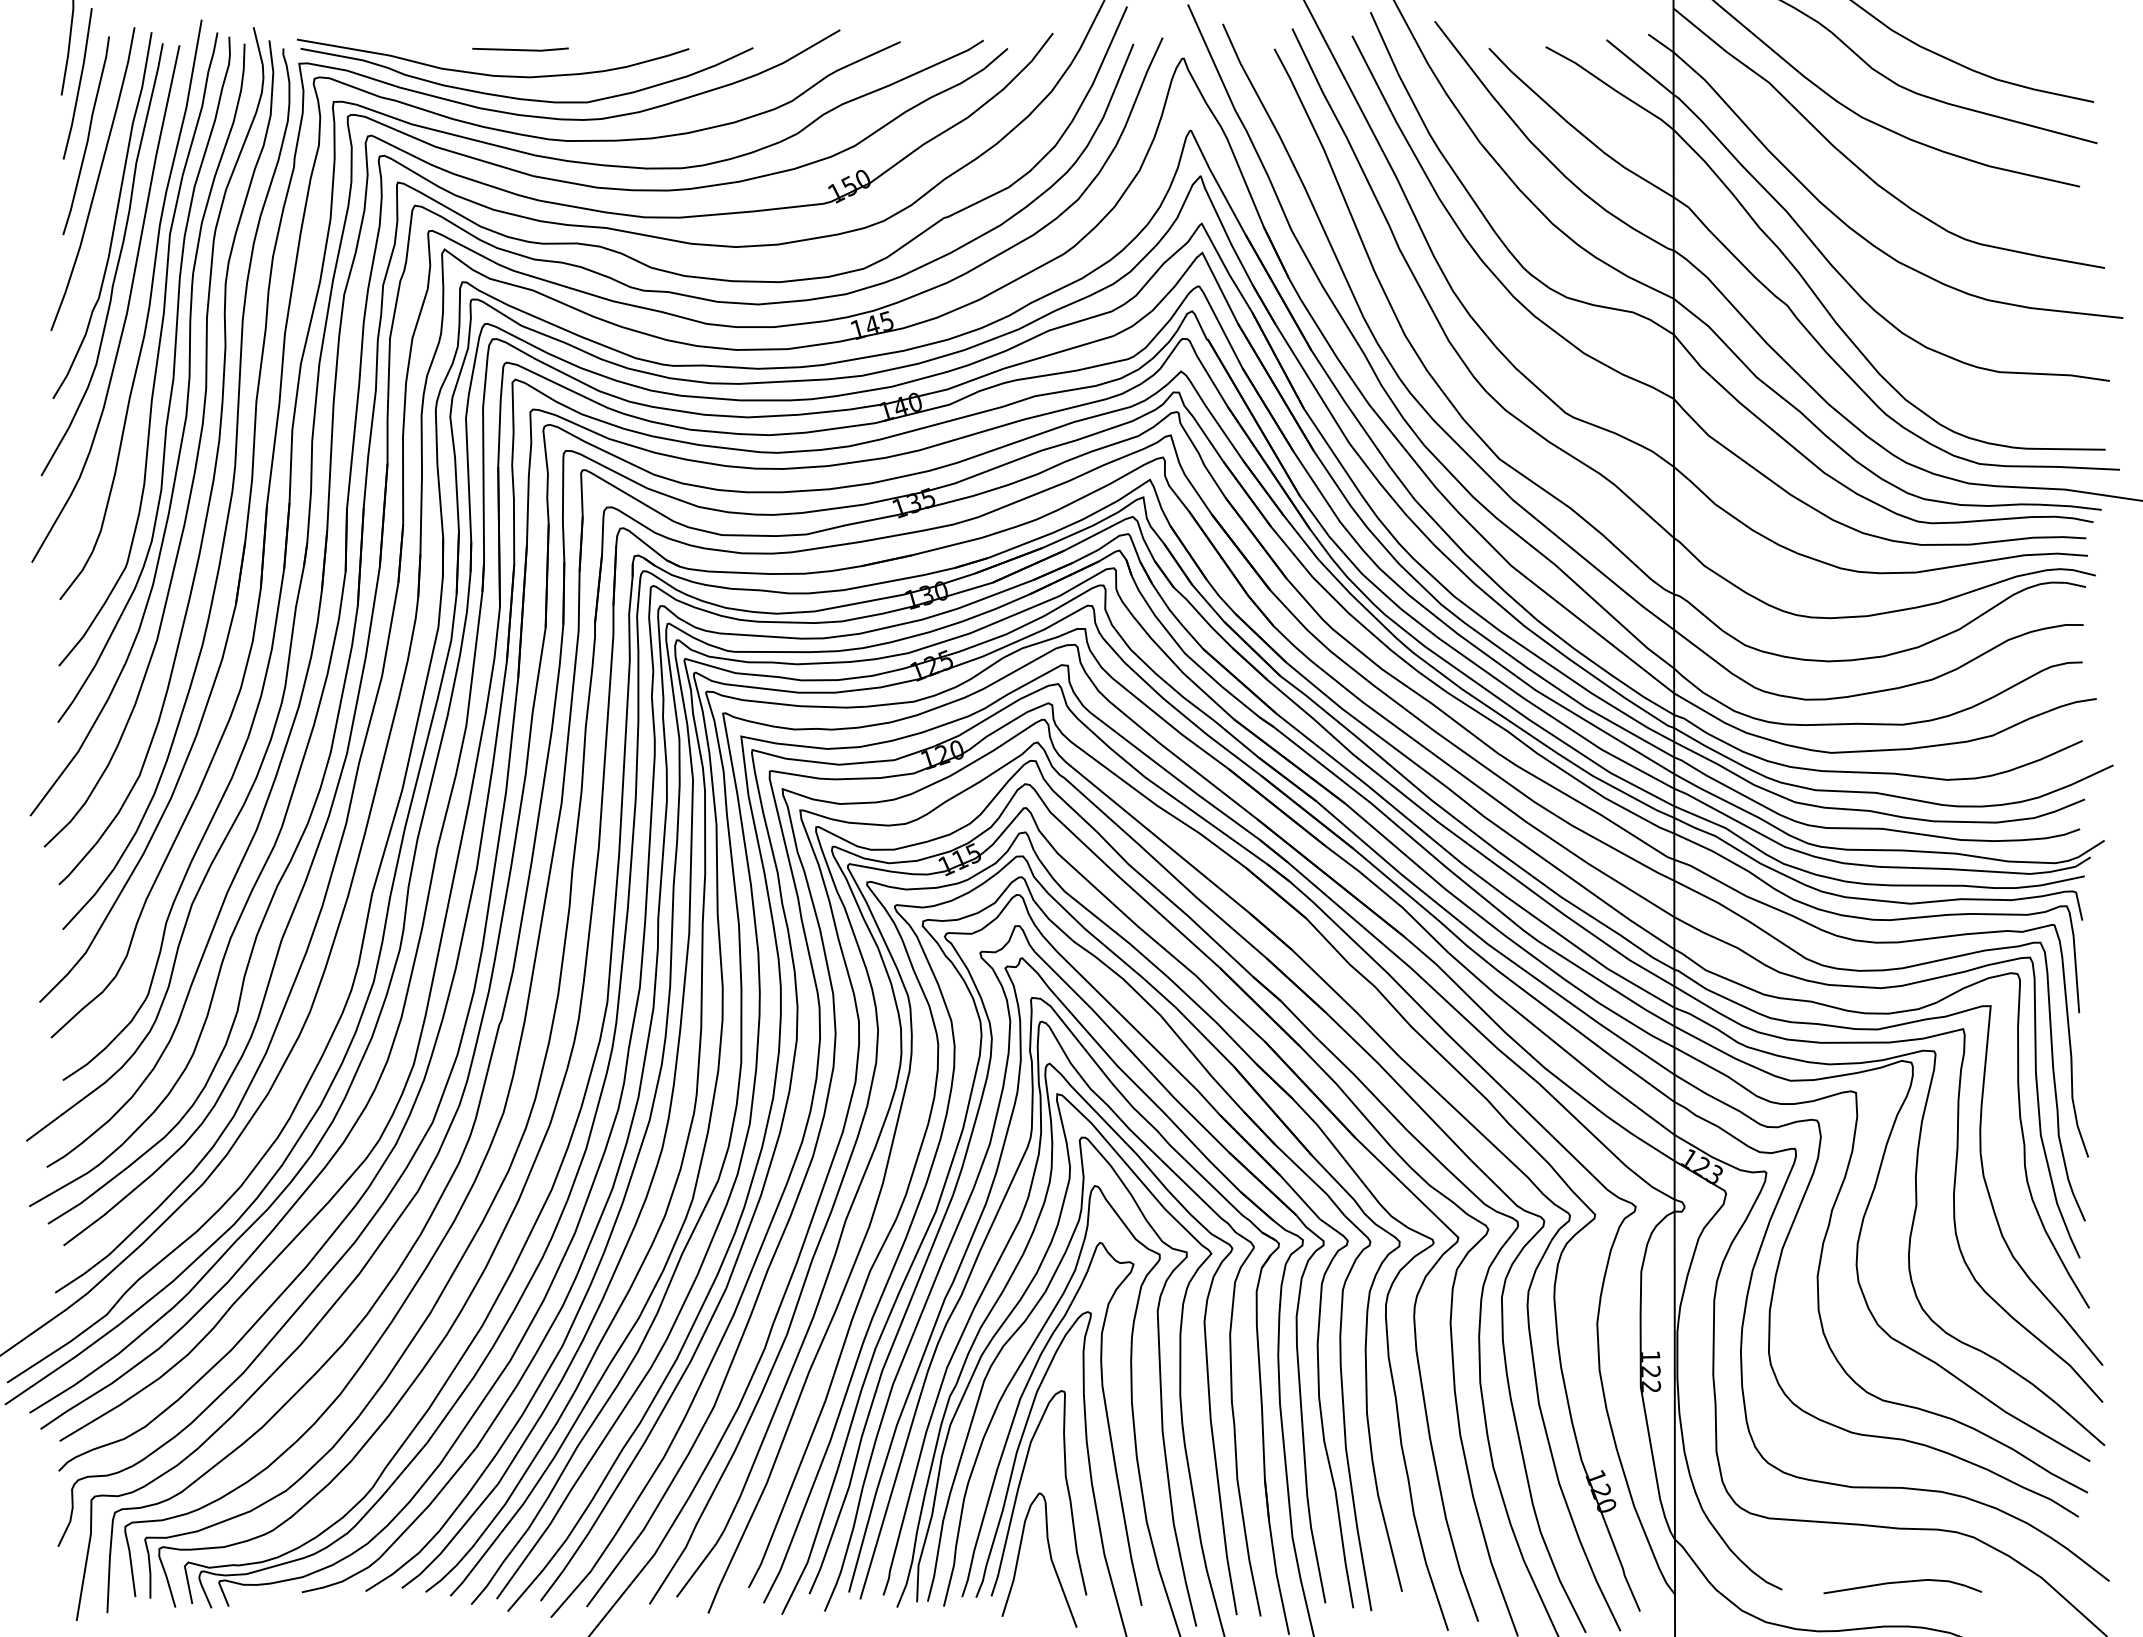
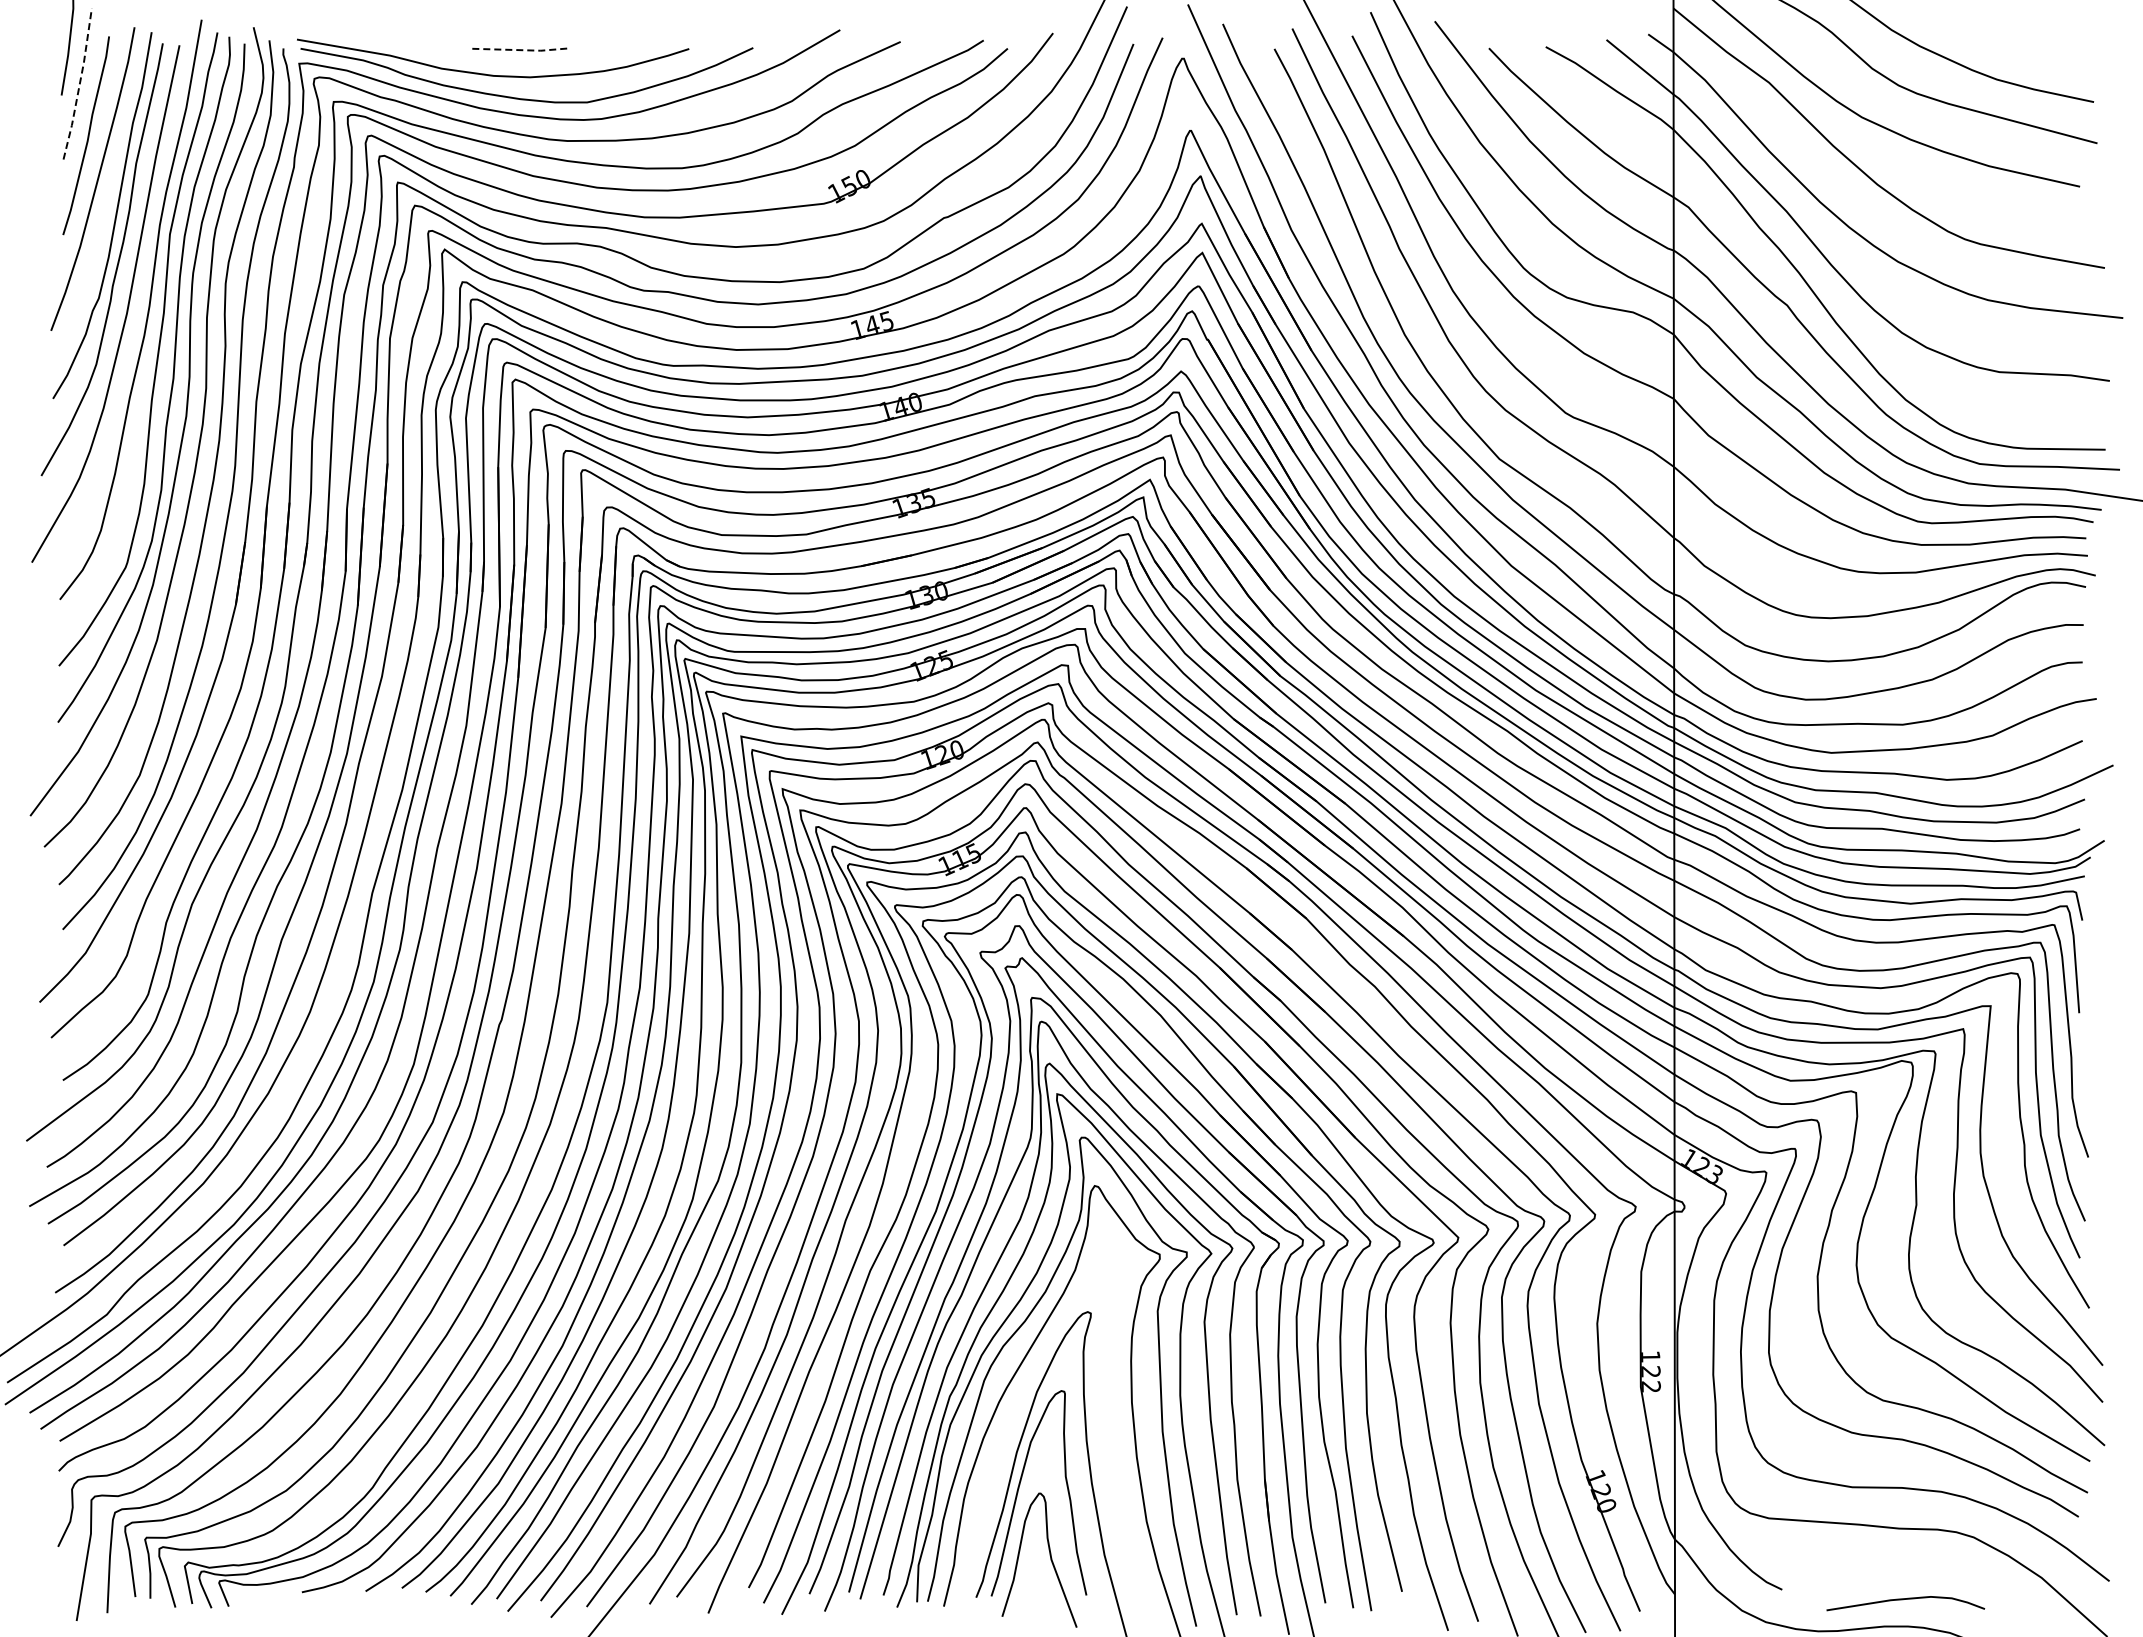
line at (521, 50): solid -> dashed
line at (79, 84): solid -> dashed
curve at (1017, 1411): present -> none
curve at (1900, 1583) position: (1900, 1583) -> (1903, 1600)
